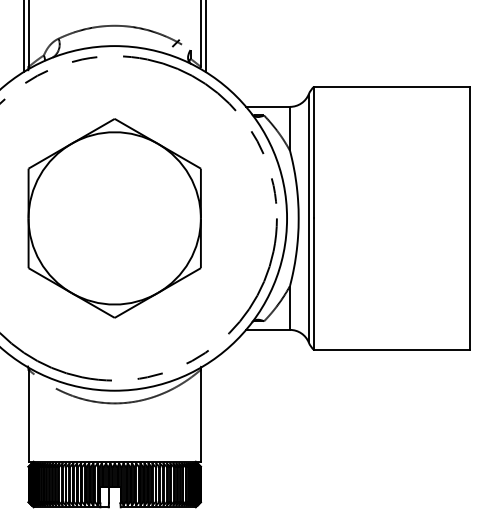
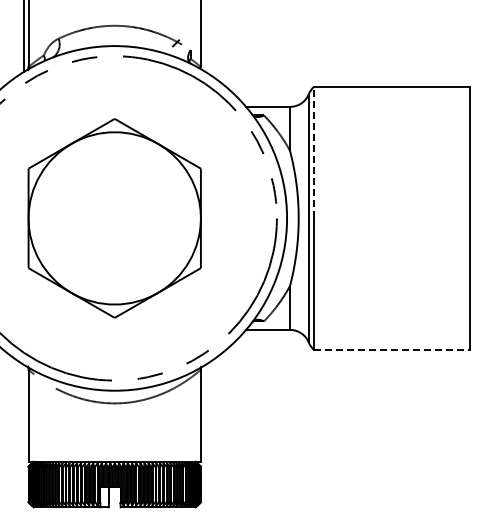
line at (205, 37): present -> none
line at (314, 152): solid -> dashed
line at (391, 350): solid -> dashed
